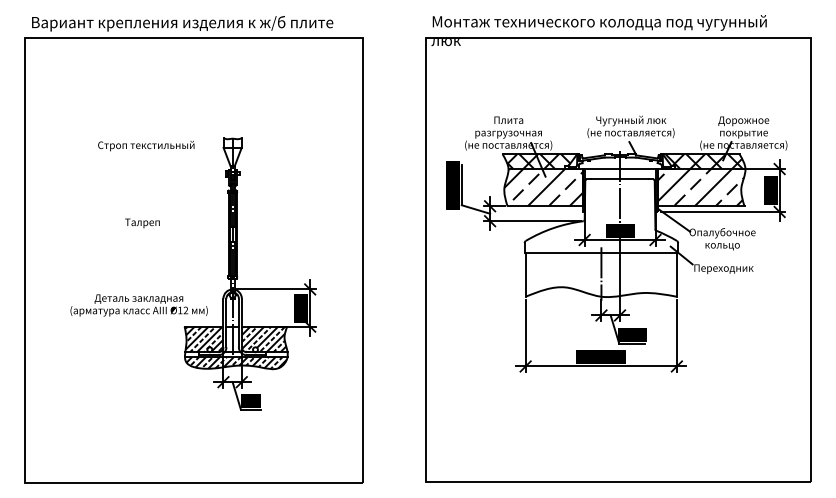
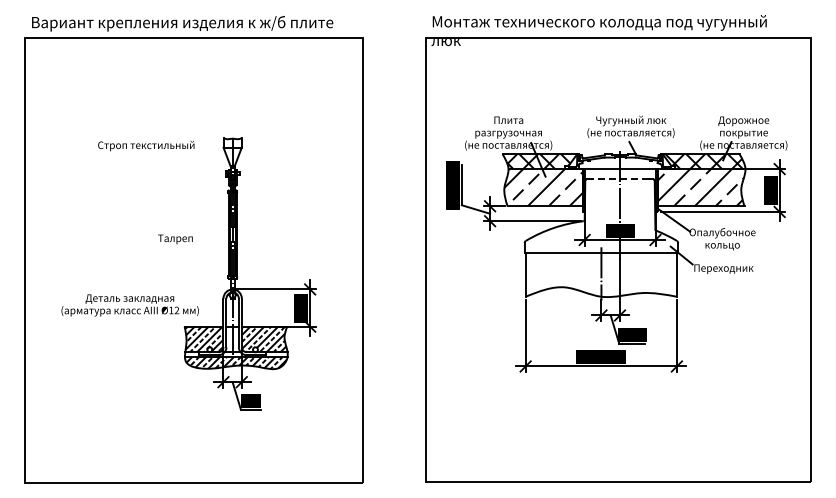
line at (619, 179): solid -> dashed
text at (142, 223) position: (142, 223) -> (175, 239)
text at (138, 305) position: (138, 305) -> (129, 305)
